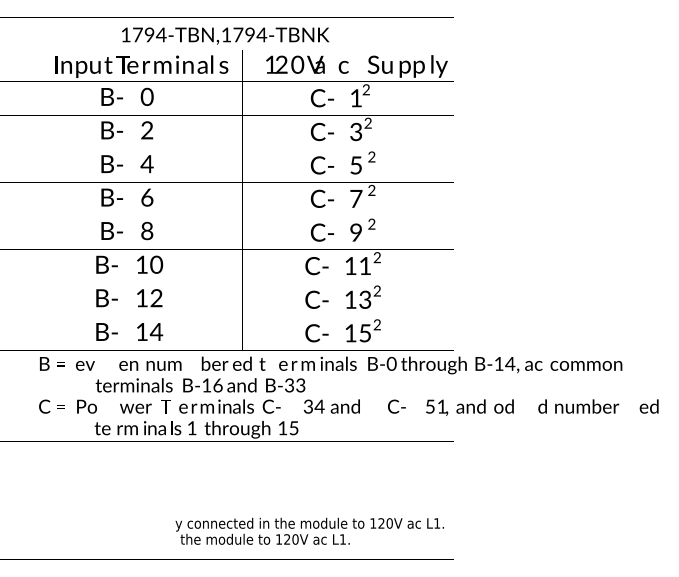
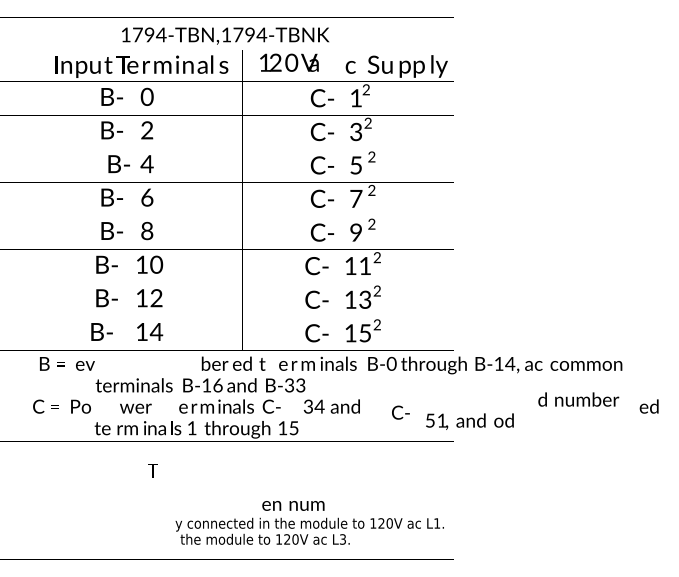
text at (295, 64) position: (295, 64) -> (289, 62)
text at (343, 67) position: (343, 67) -> (350, 67)
text at (111, 164) position: (111, 164) -> (118, 164)
text at (106, 331) position: (106, 331) -> (101, 331)
text at (150, 365) position: (150, 365) -> (293, 505)
text at (67, 406) position: (67, 406) -> (61, 406)
text at (165, 406) position: (165, 406) -> (152, 470)
text at (396, 406) position: (396, 406) -> (400, 412)
text at (578, 406) position: (578, 406) -> (578, 399)
text at (469, 407) position: (469, 407) -> (469, 421)
text at (342, 539): L1. -> L3.
